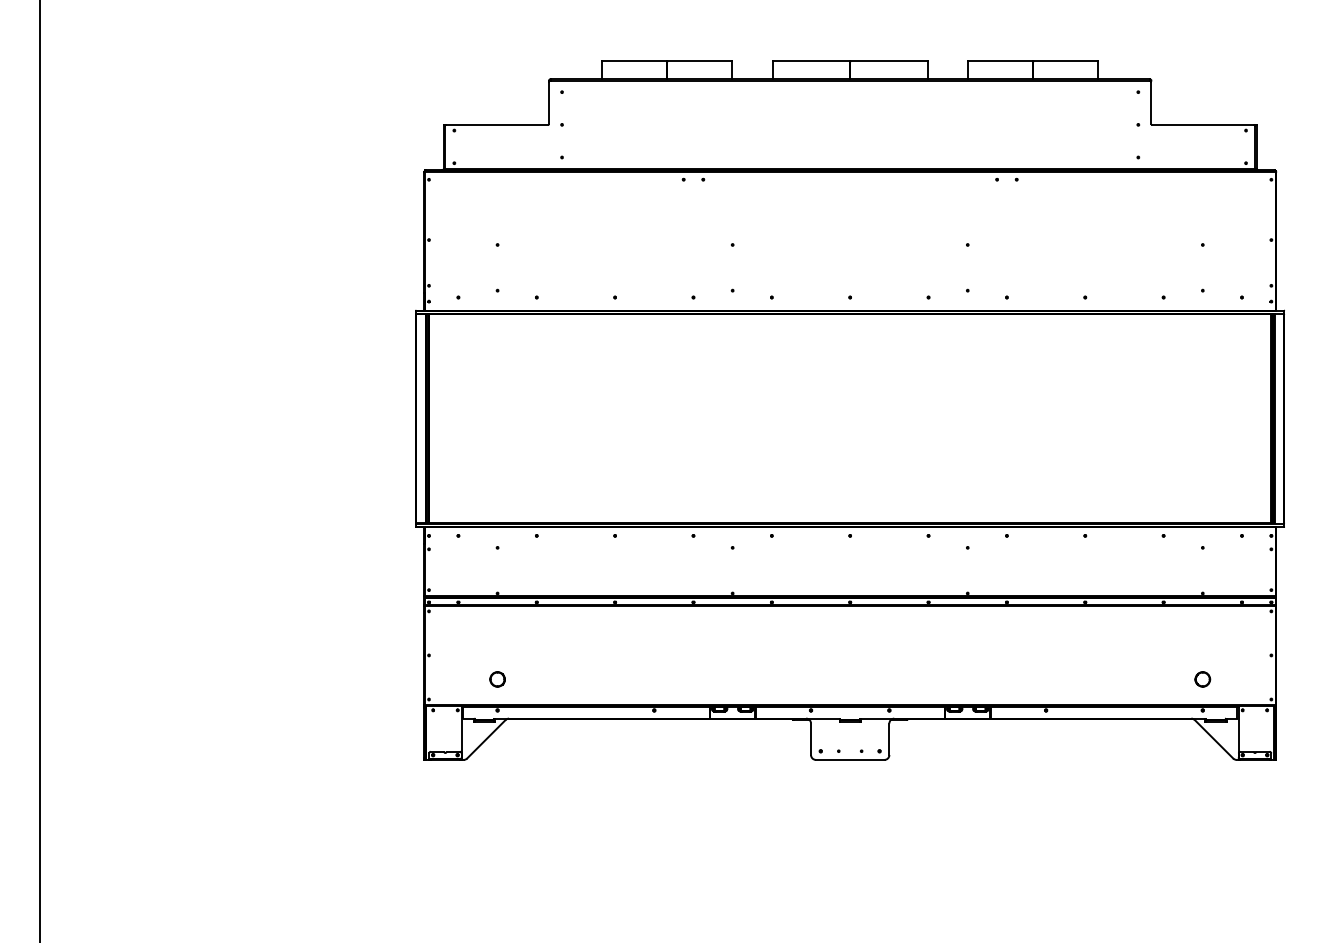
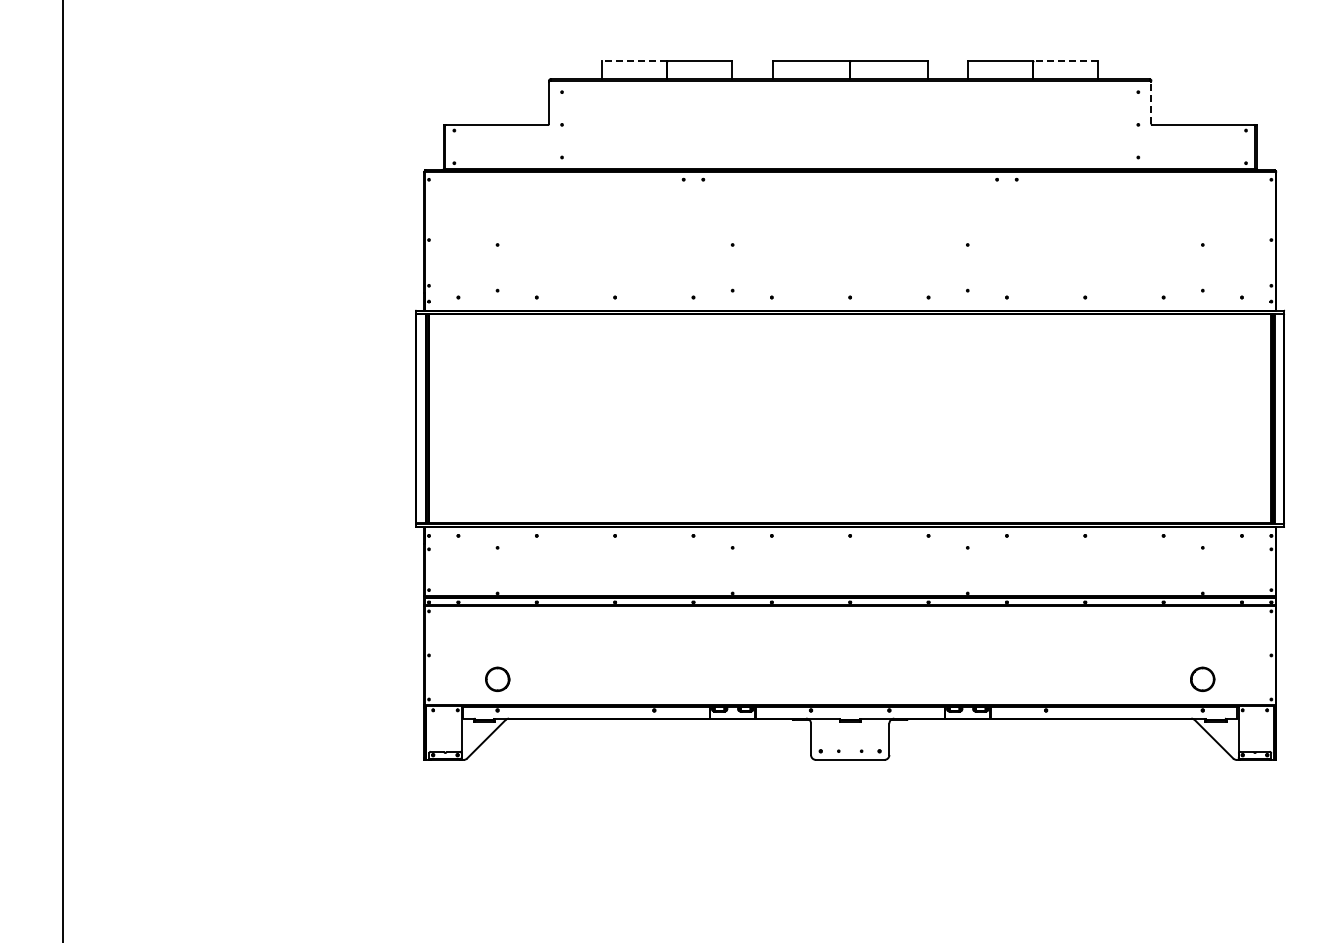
line at (634, 60): solid -> dashed
line at (1065, 60): solid -> dashed
line at (1151, 102): solid -> dashed
line at (39, 470) position: (39, 470) -> (62, 470)
part at (497, 679) size: 17x17 px -> 26x26 px
part at (1202, 679) size: 18x17 px -> 26x26 px
